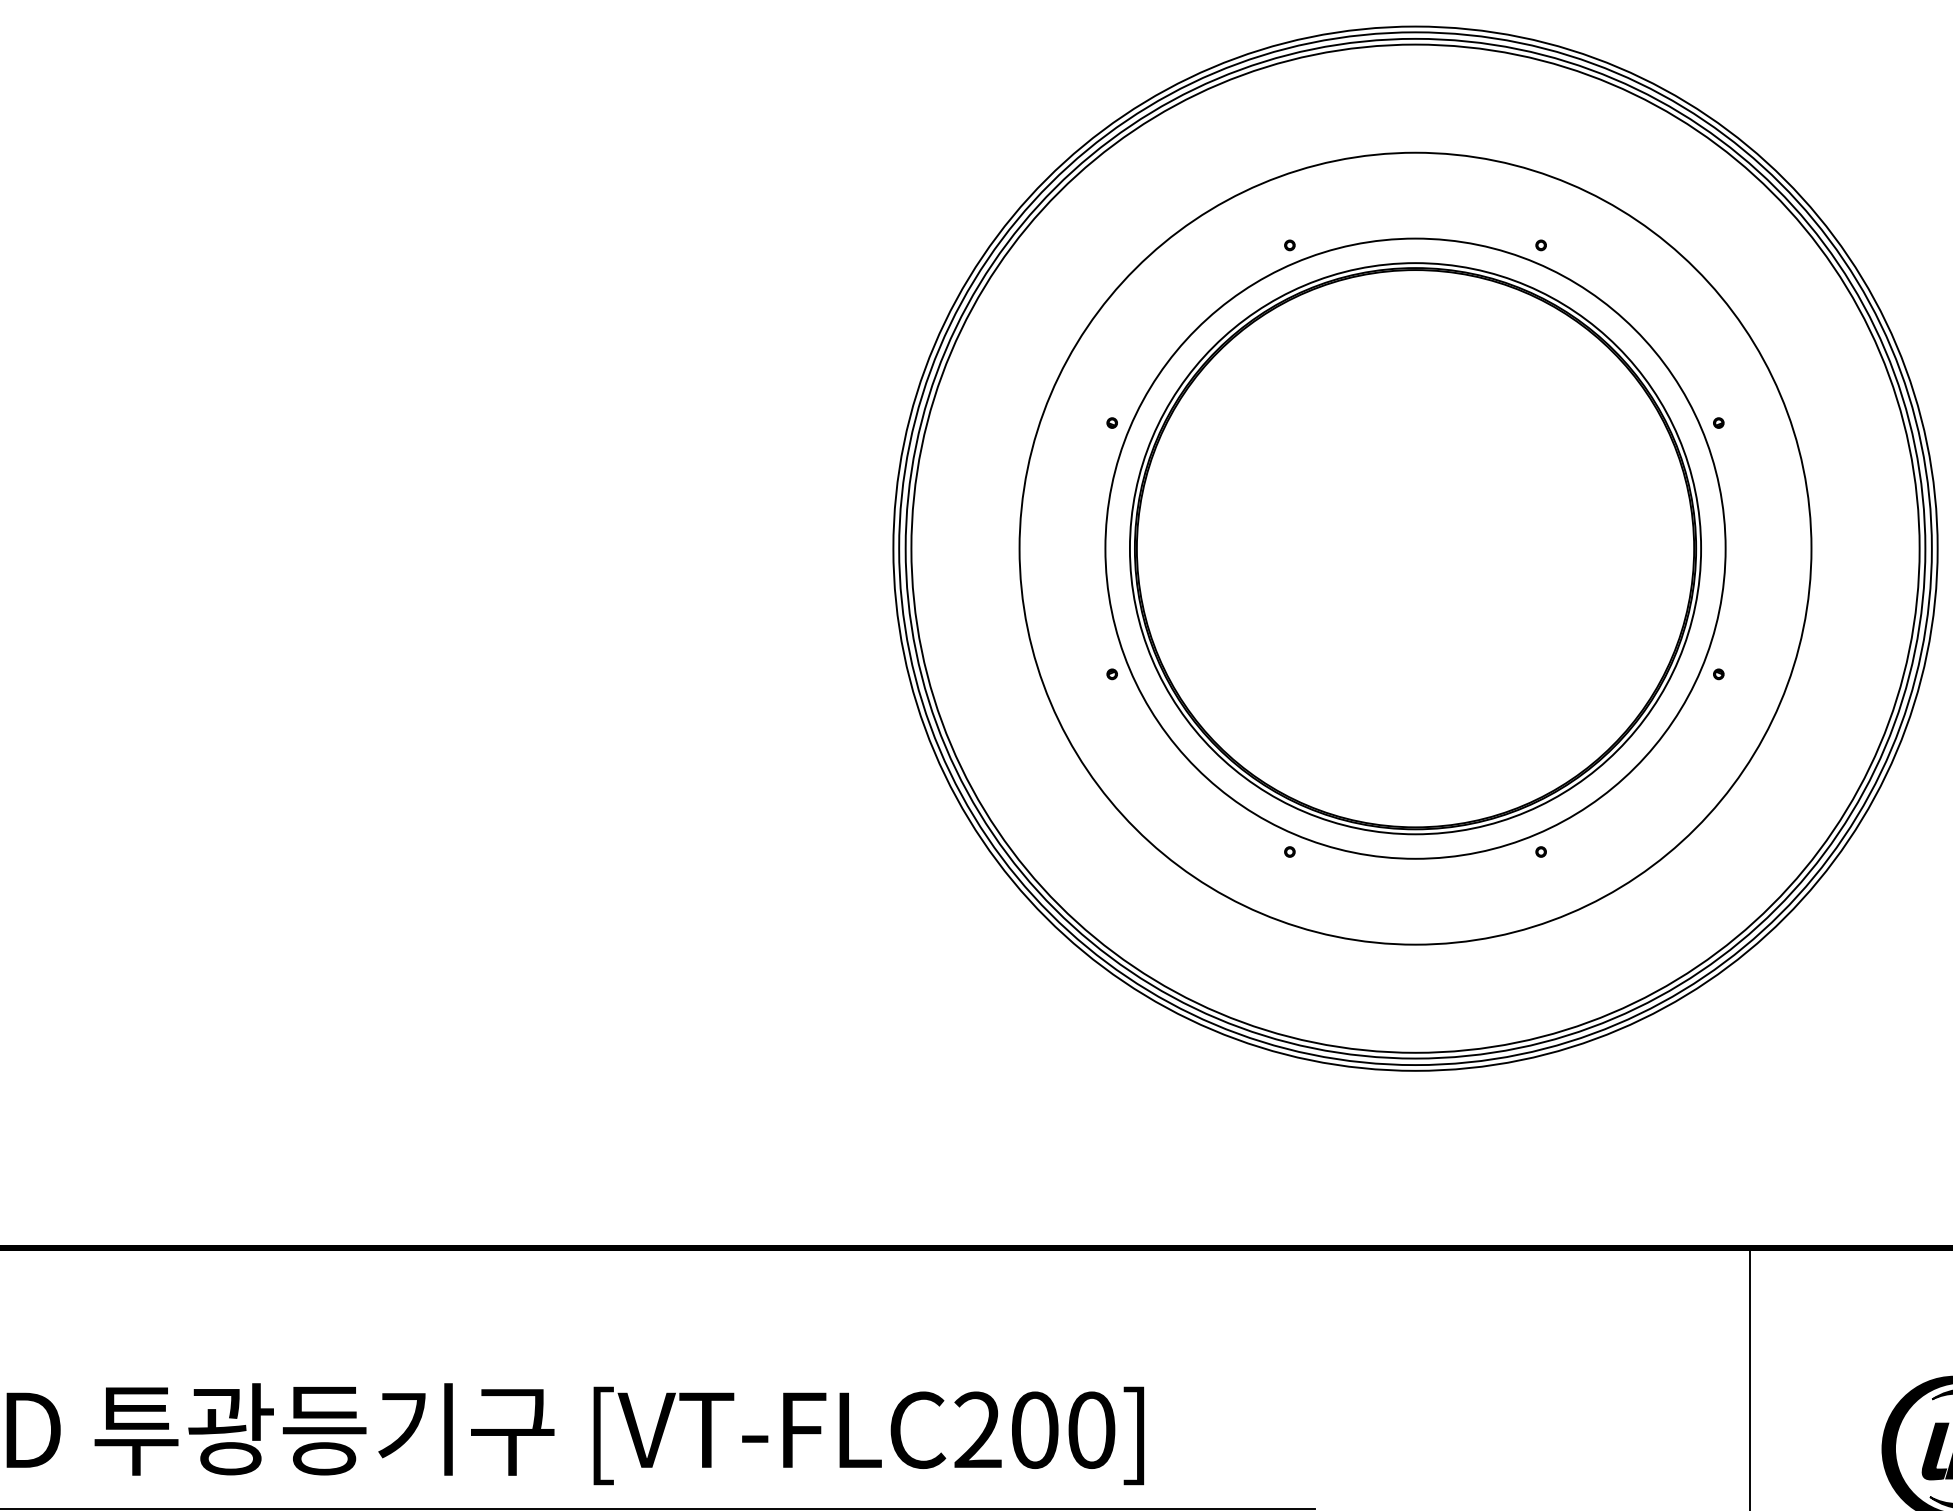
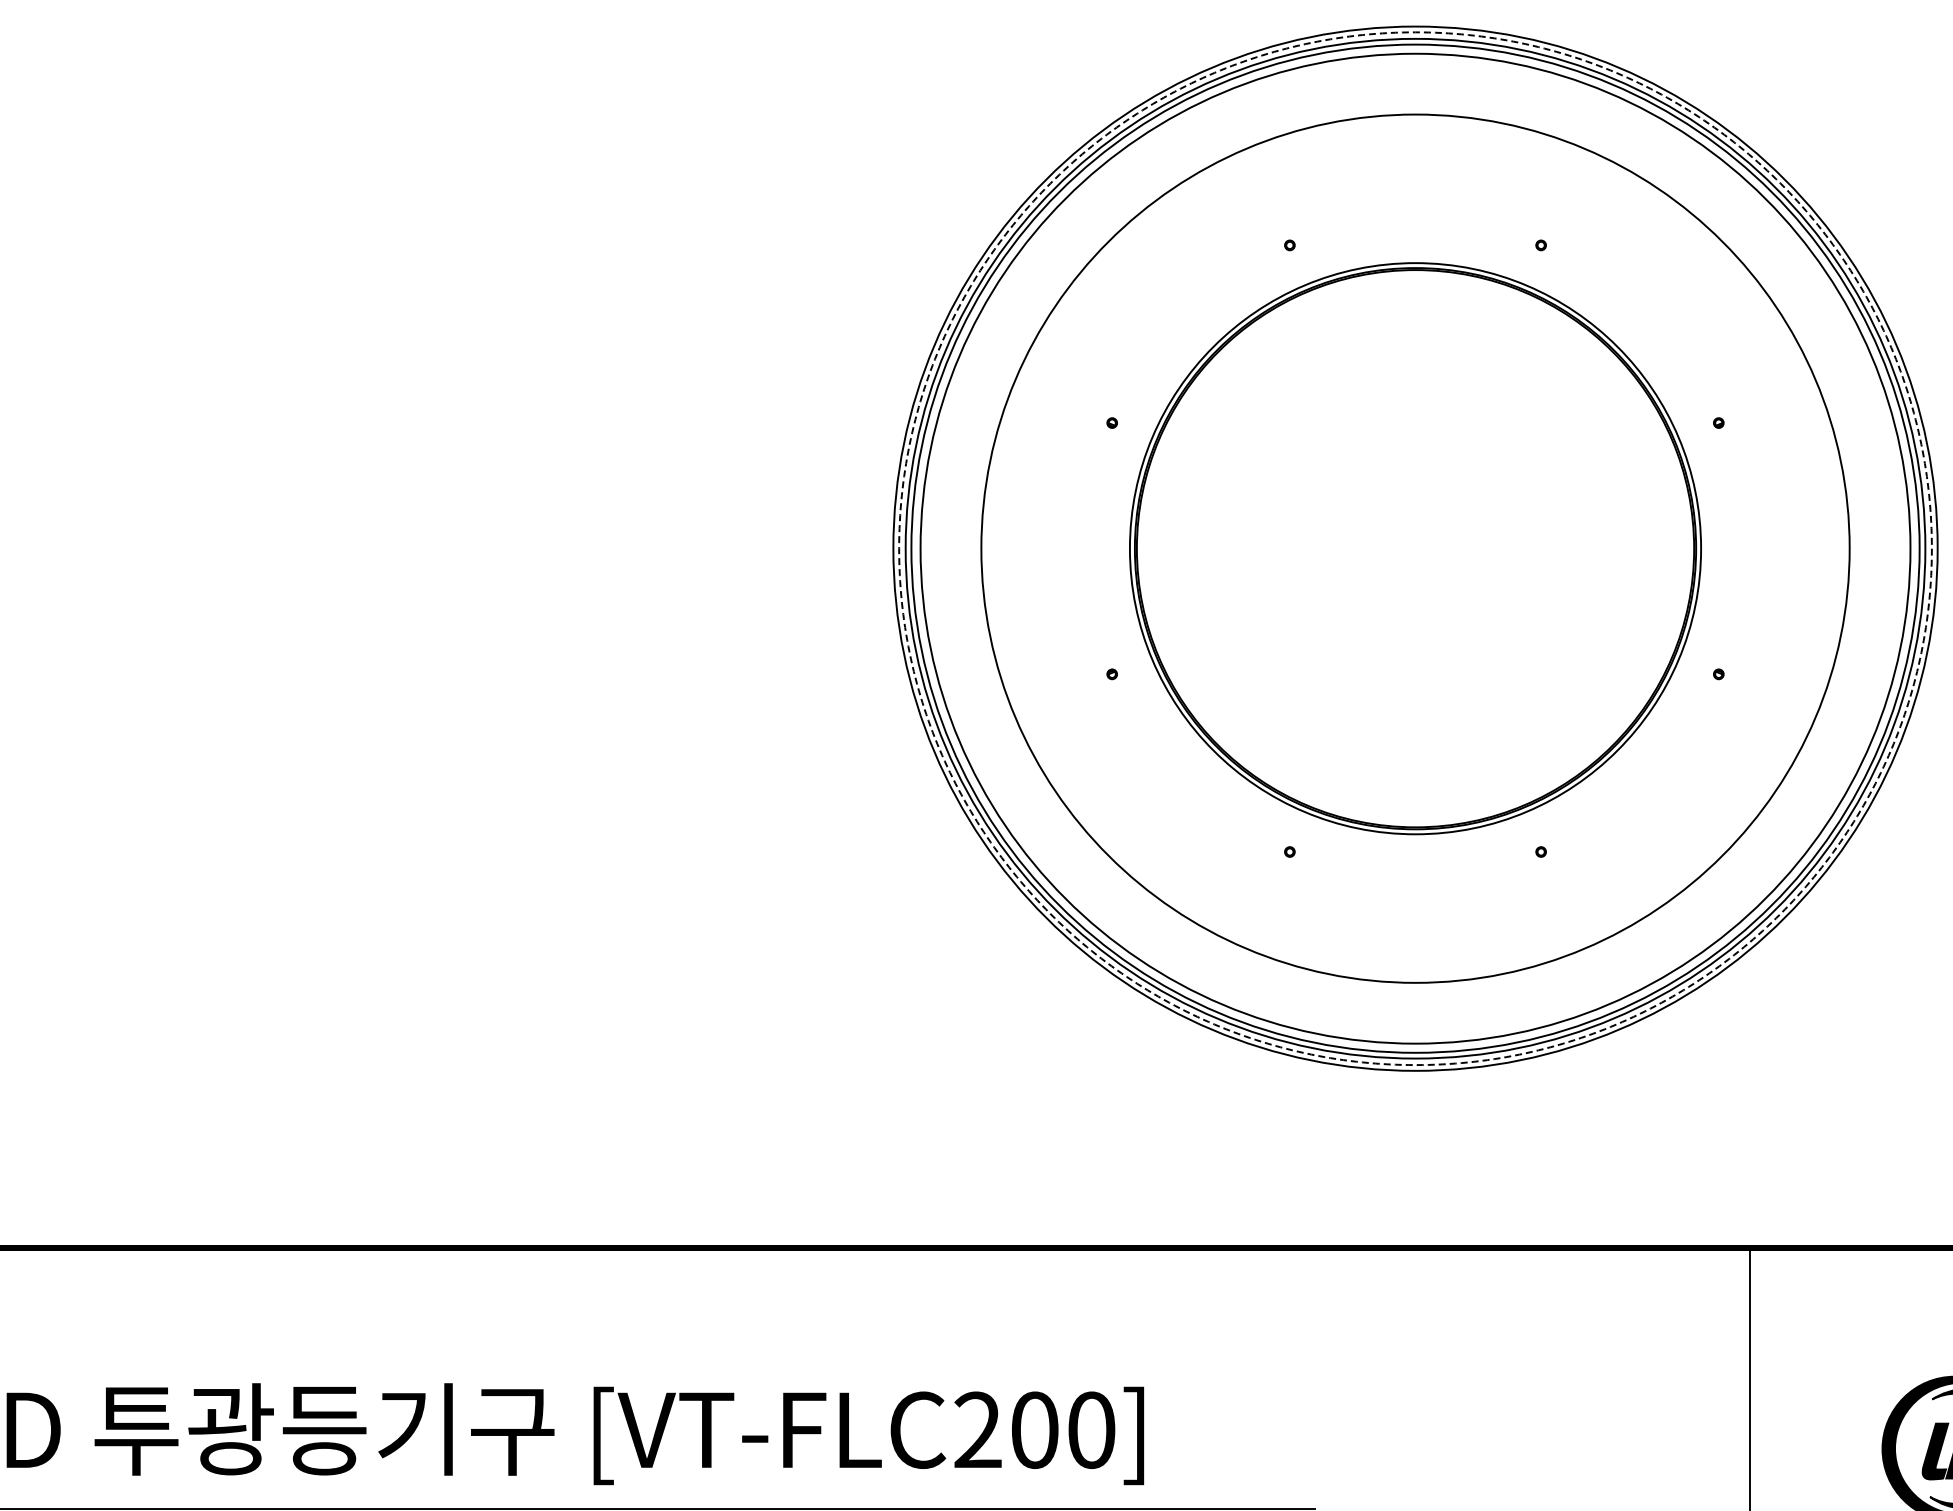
circle at (1415, 548) diameter: 620 px -> 868 px
circle at (1415, 548) diameter: 792 px -> 990 px
circle at (1415, 548): solid -> dashed
